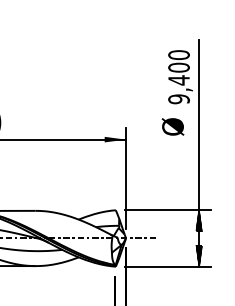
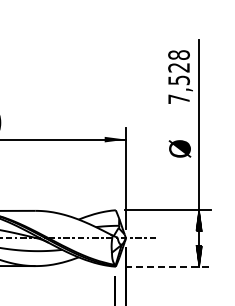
text at (178, 77): 9,400 -> 7,528
text at (172, 126) position: (172, 126) -> (179, 148)
line at (168, 266): solid -> dashed
